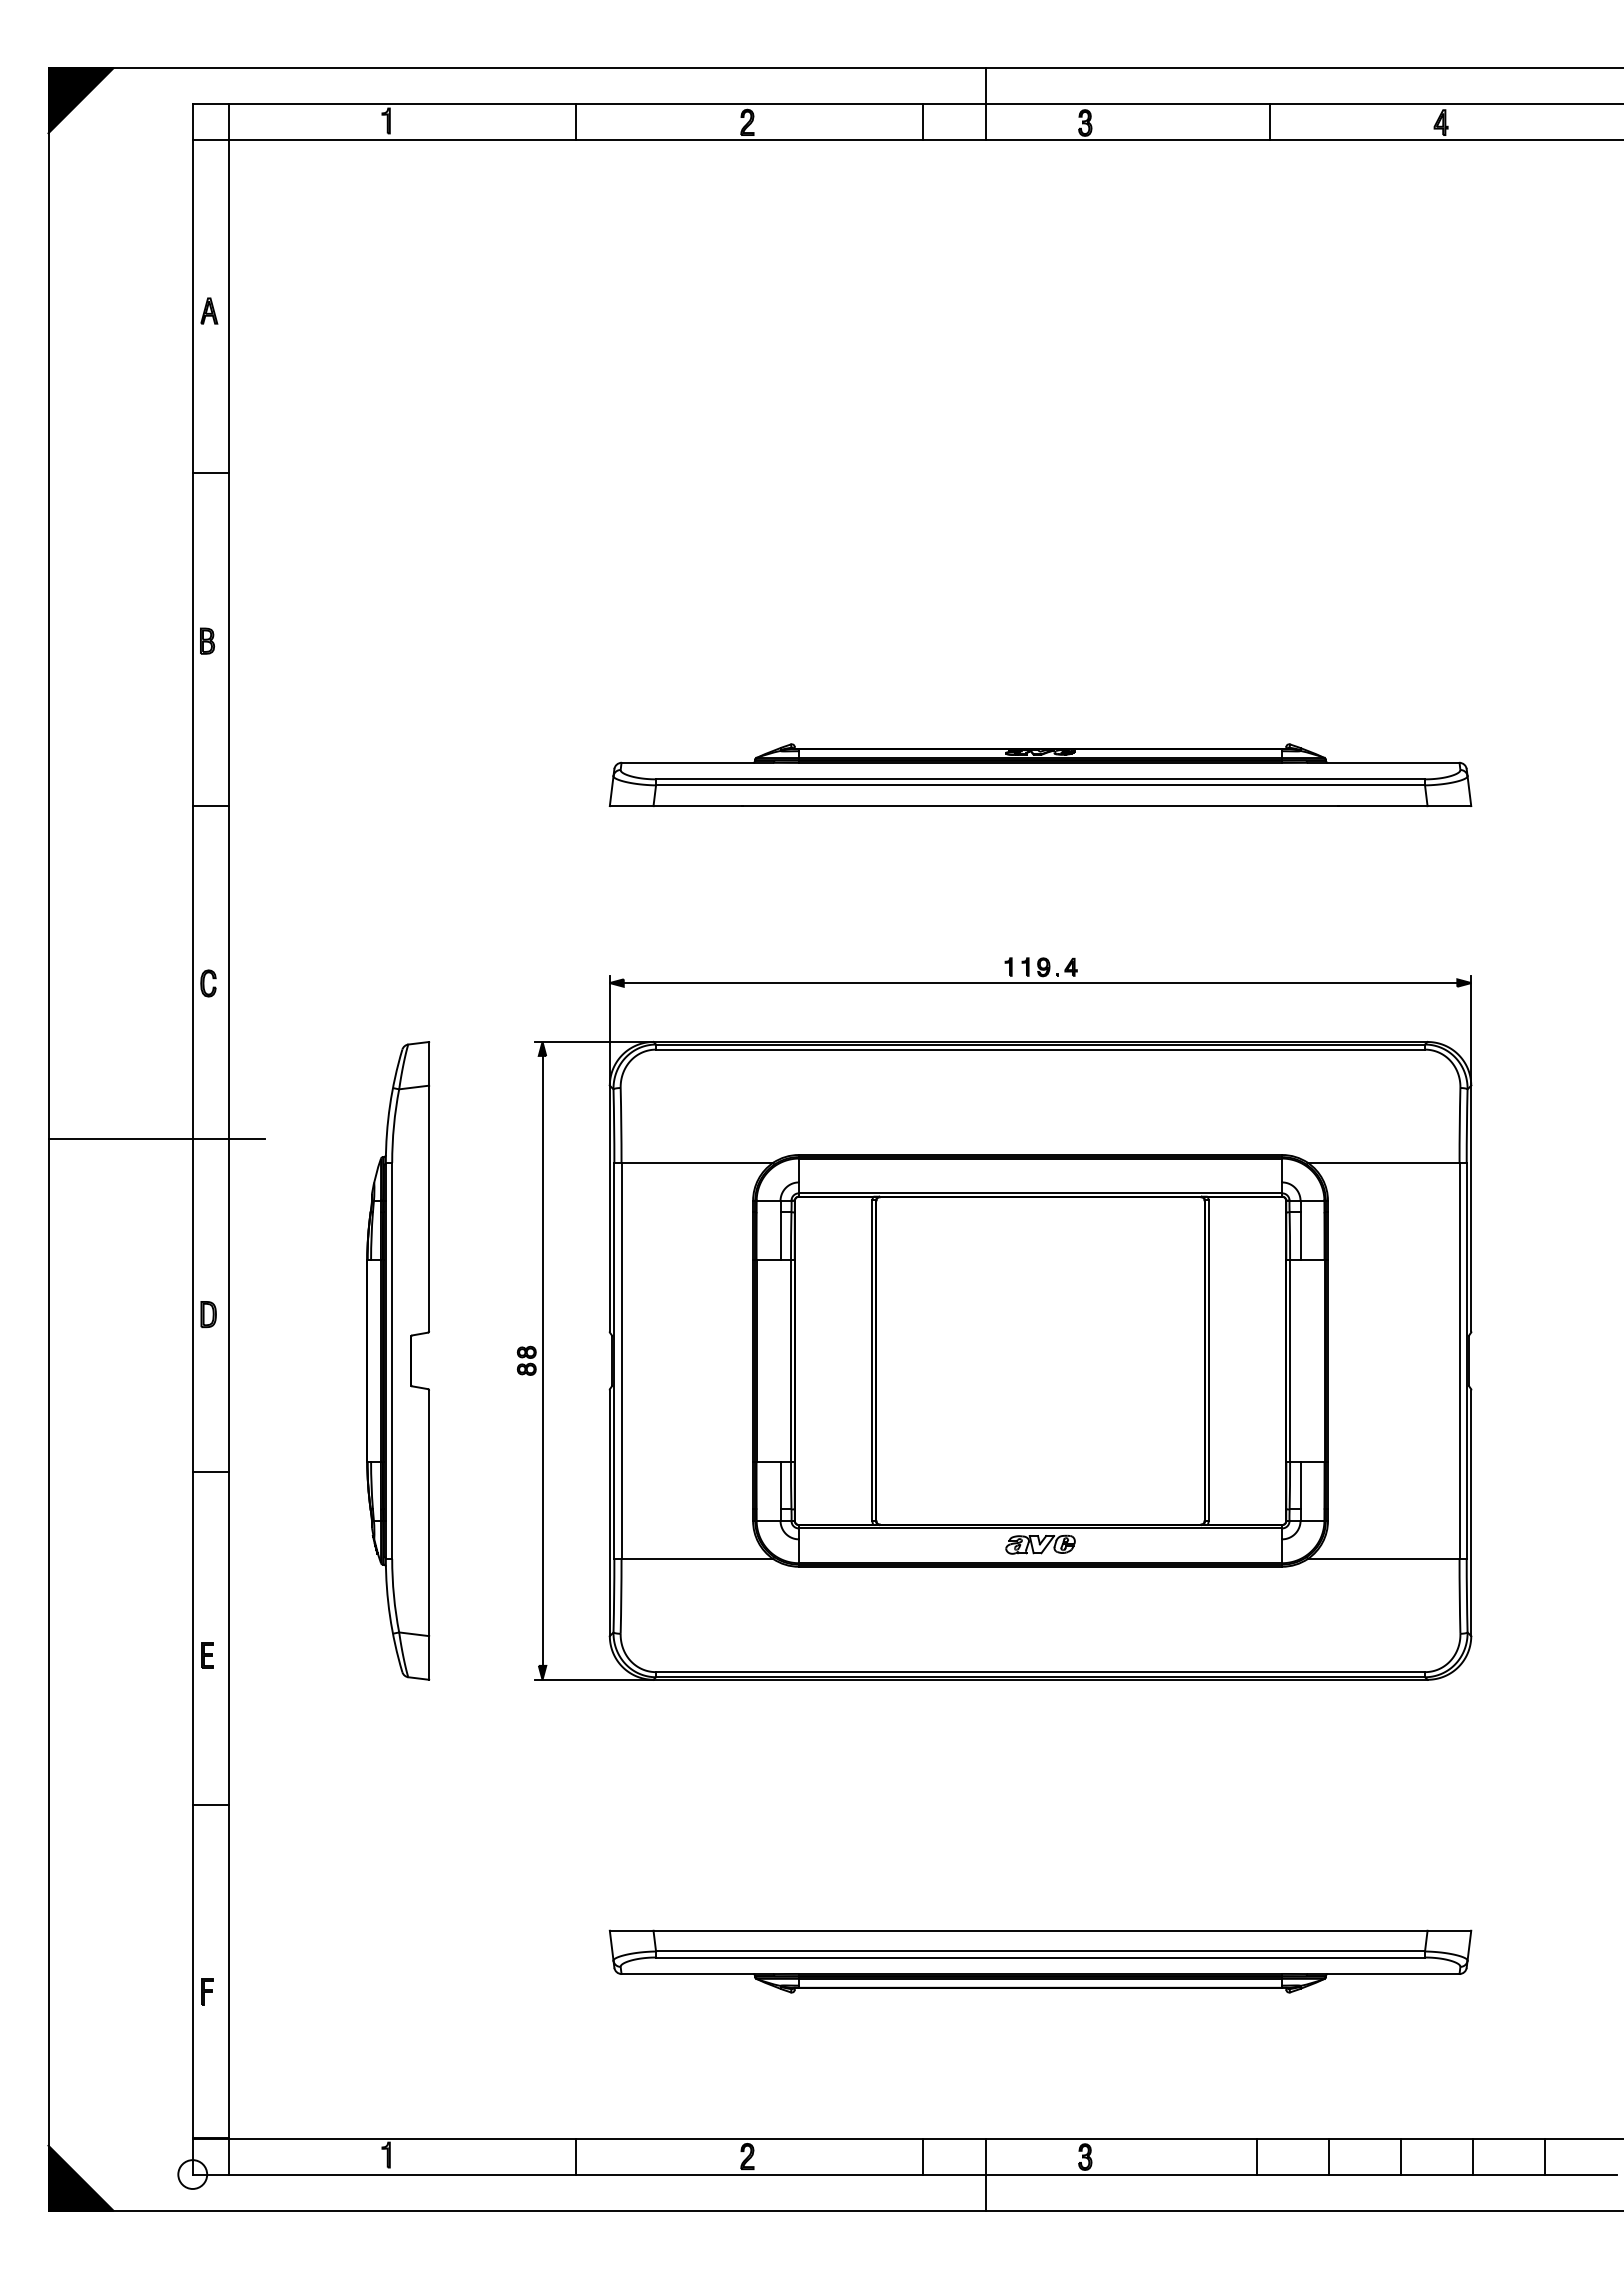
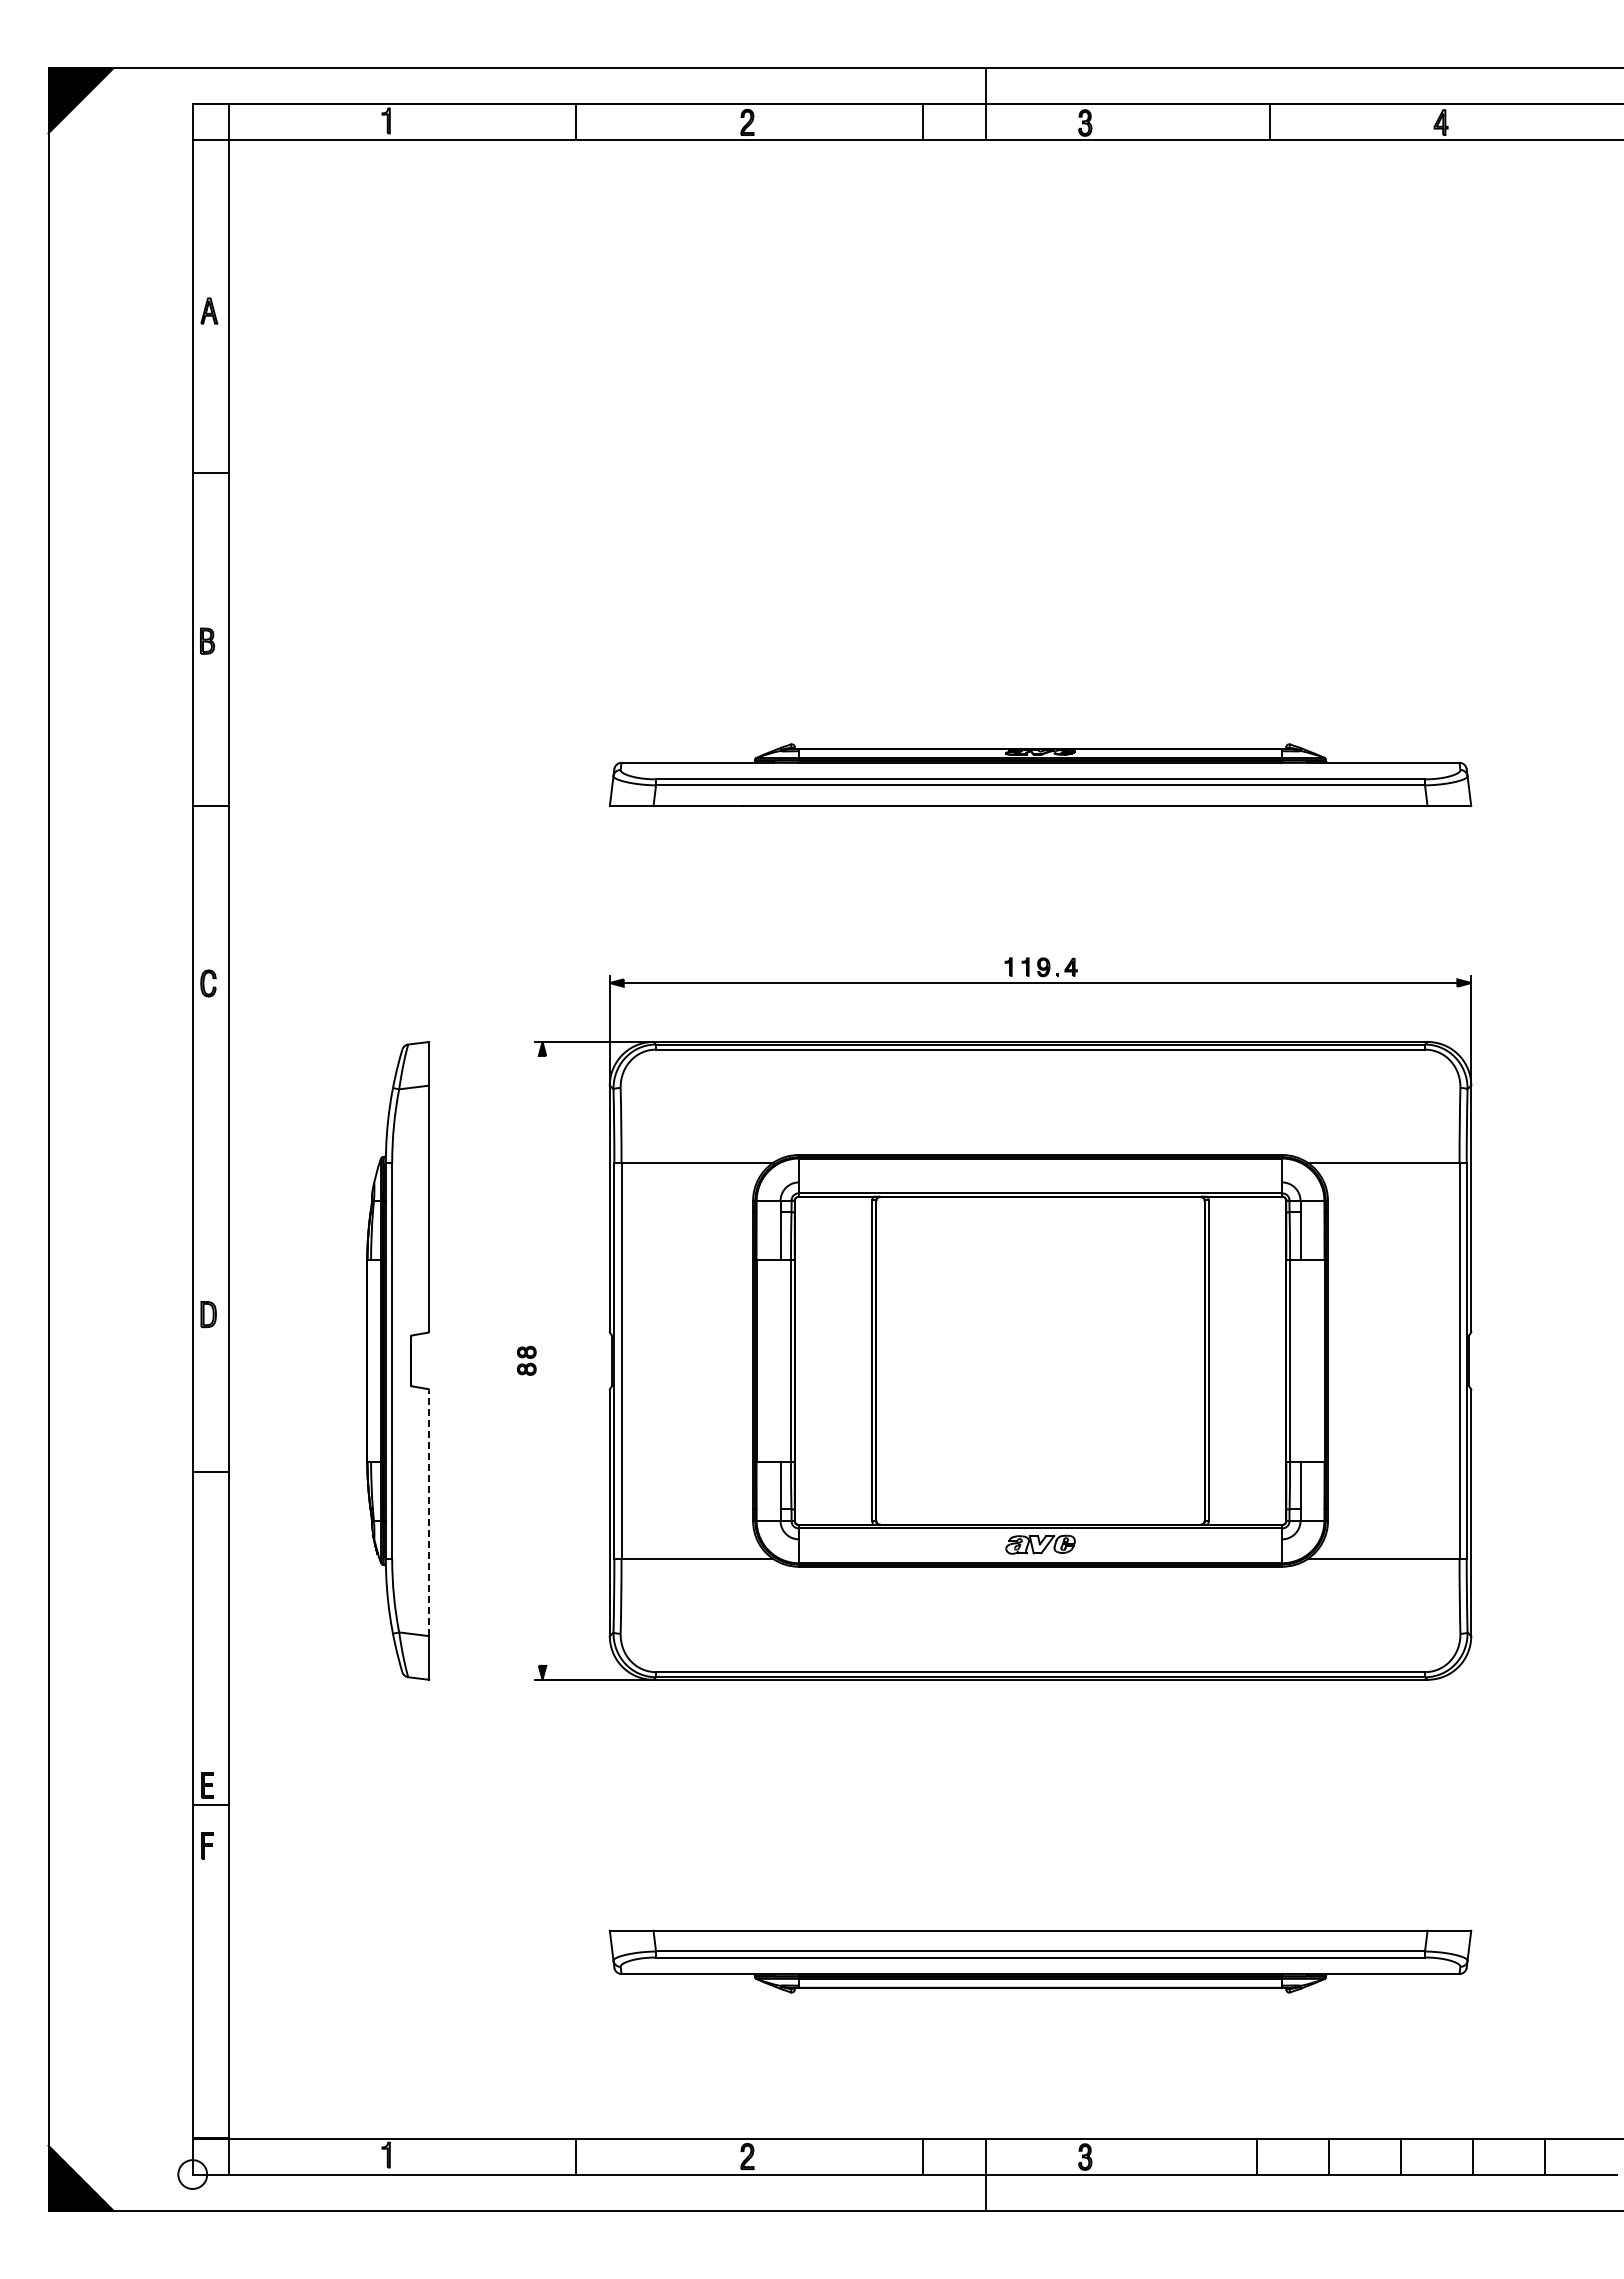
line at (156, 1139): present -> none
line at (542, 1360): present -> none
line at (429, 1513): solid -> dashed
part at (207, 1655) position: (207, 1655) -> (207, 1785)
part at (207, 1991) position: (207, 1991) -> (207, 1845)
